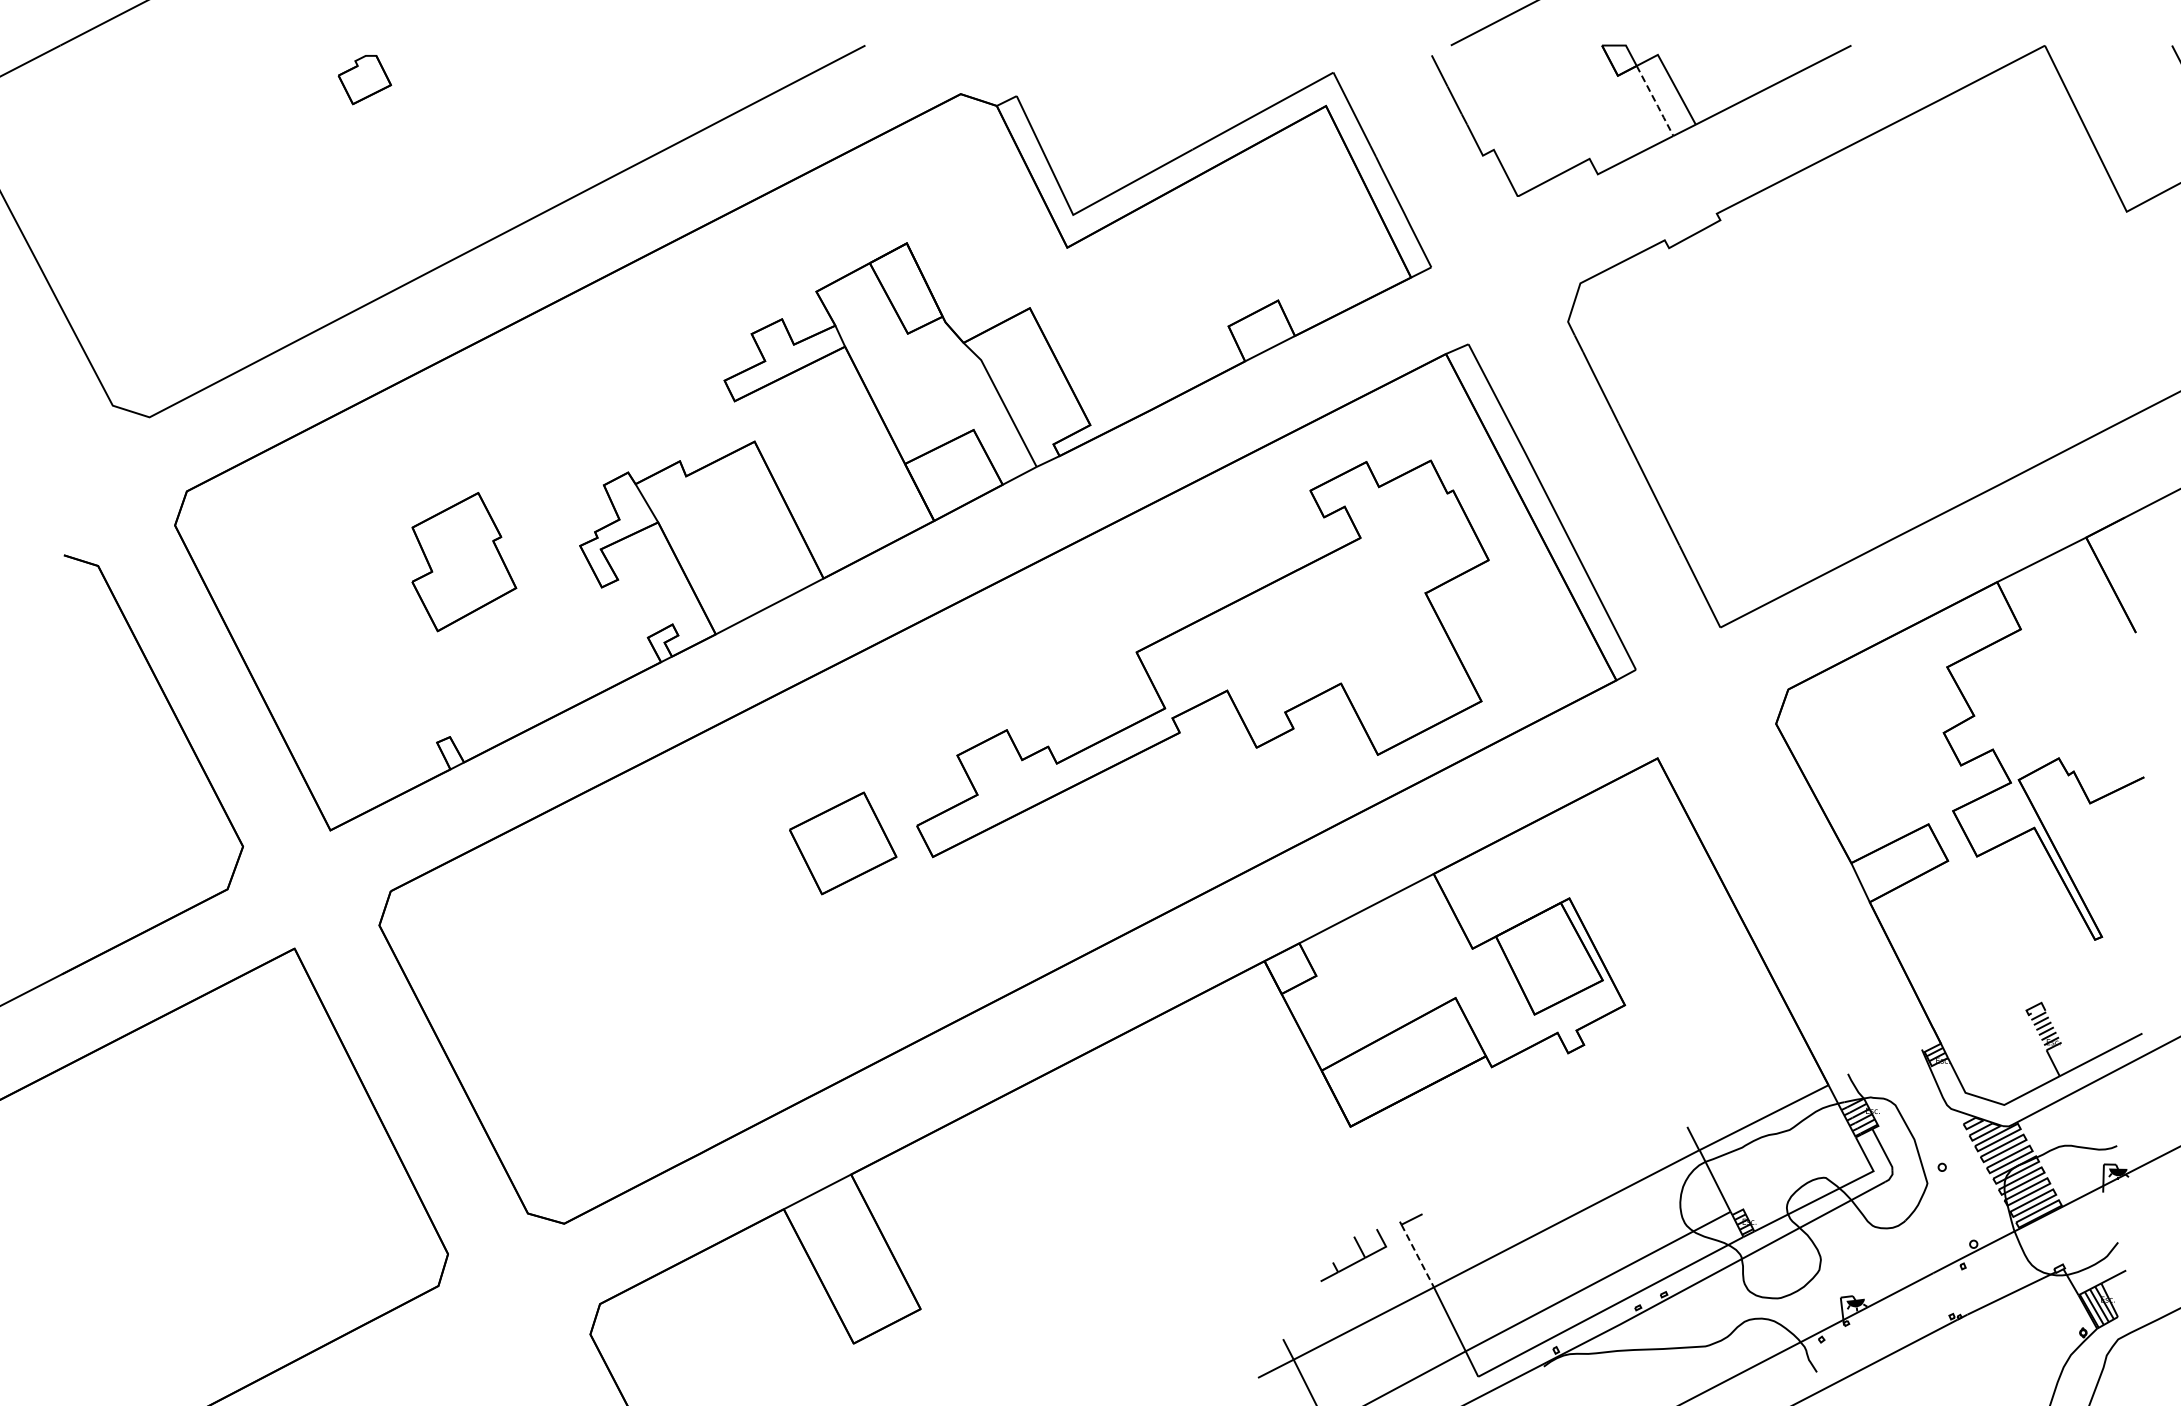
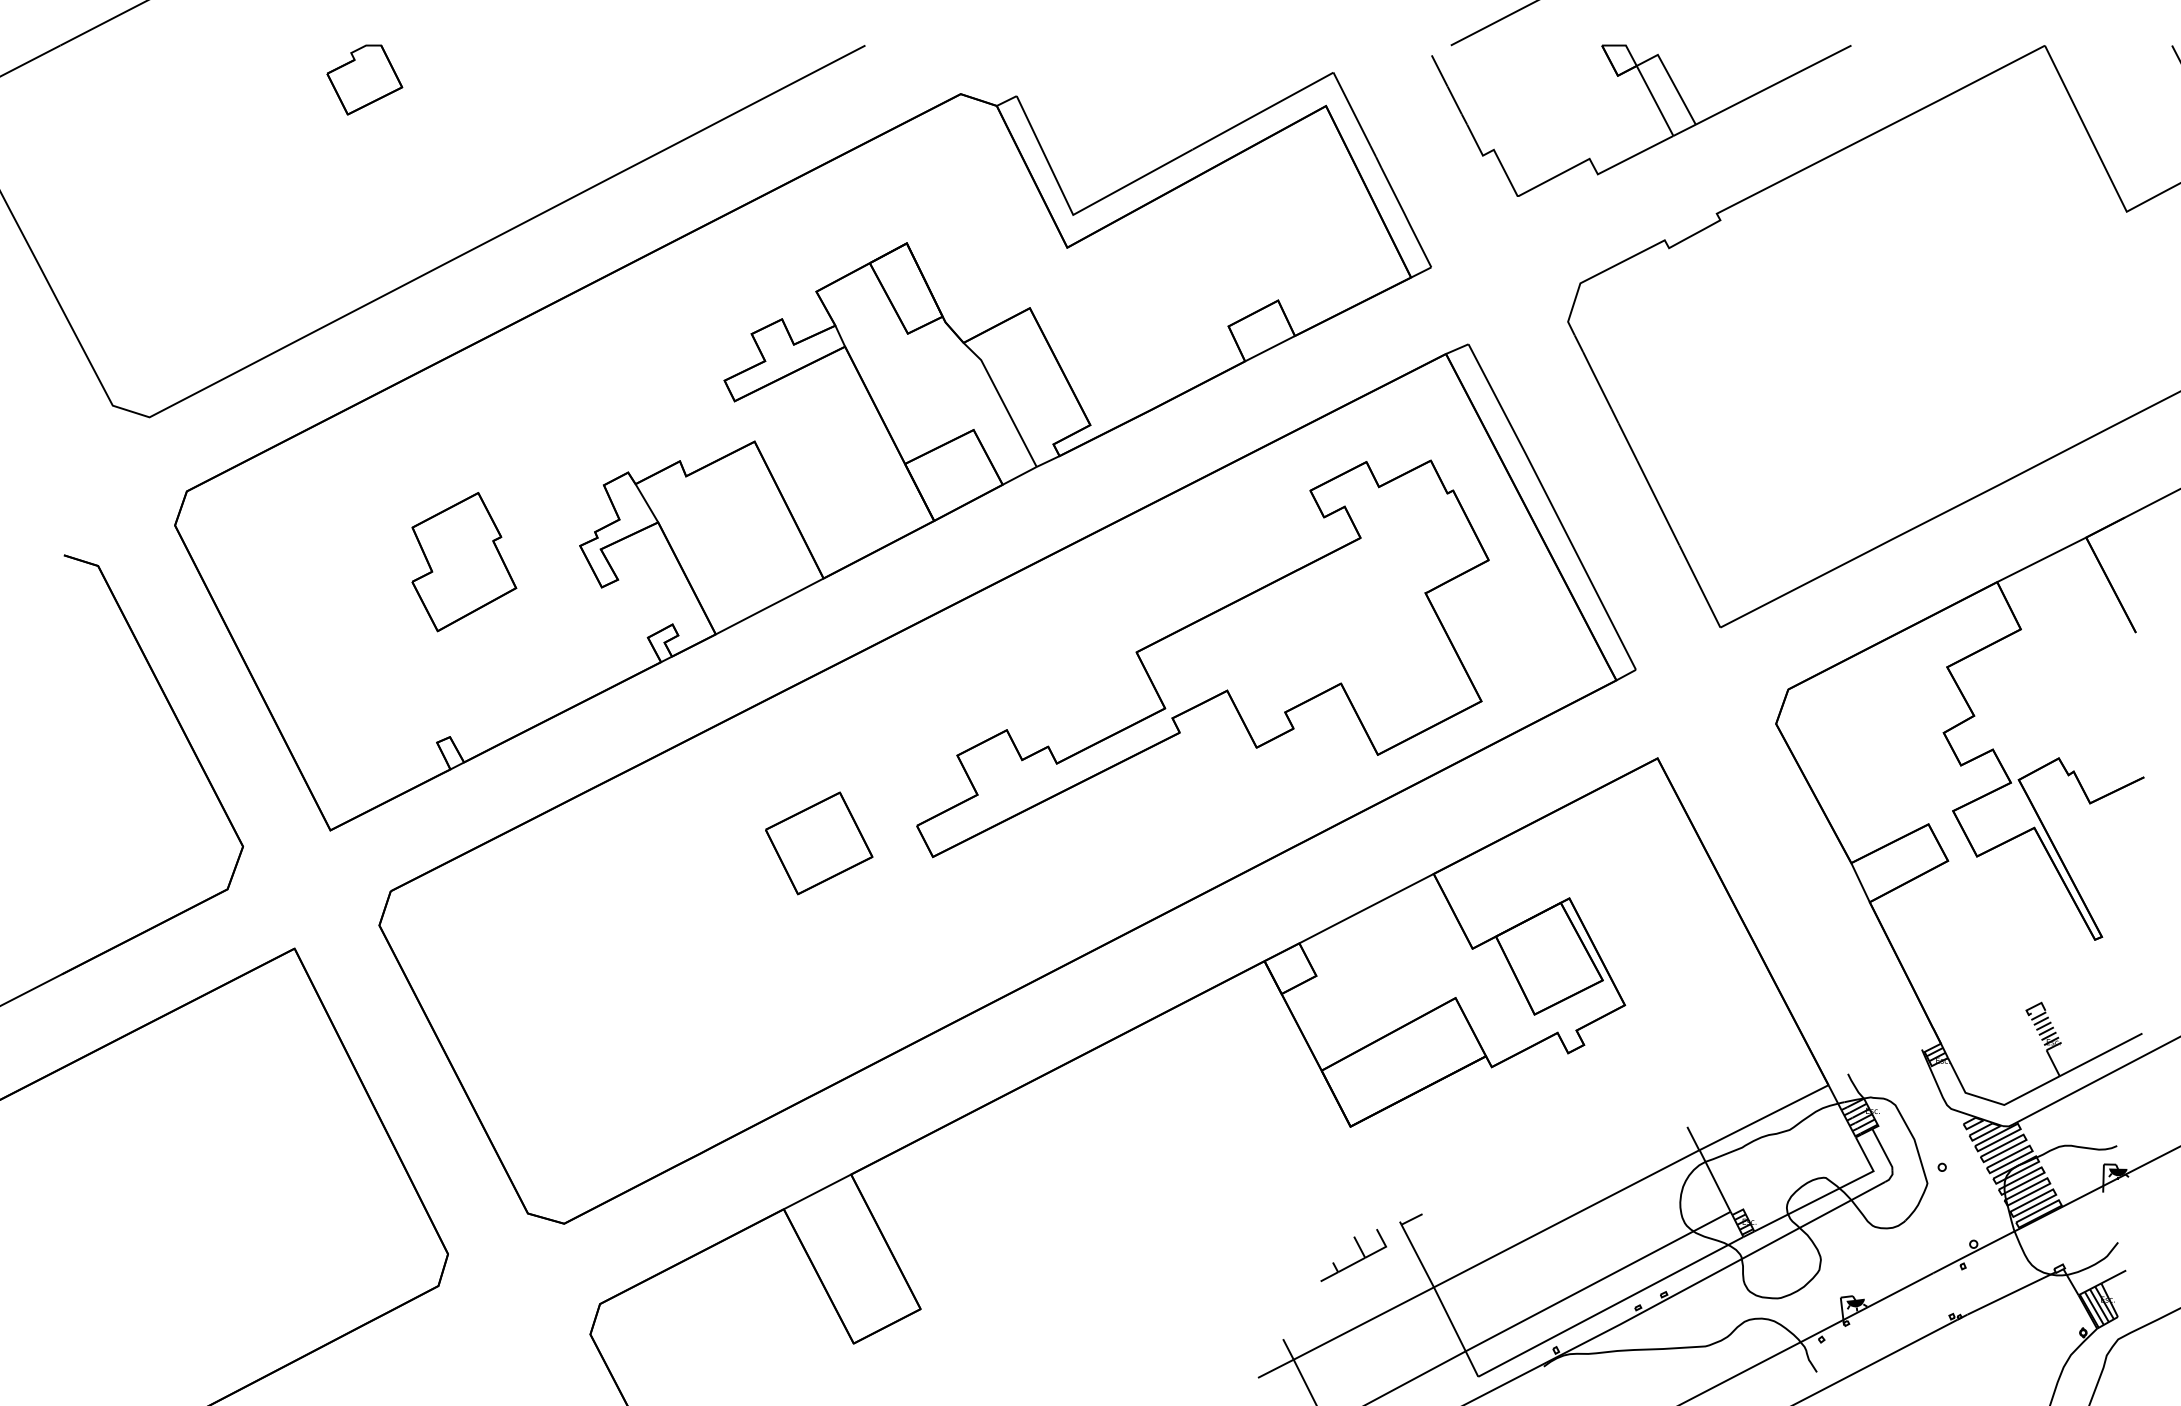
part at (364, 80) size: 56x51 px -> 78x72 px
line at (1655, 101): dashed -> solid
part at (843, 843) position: (843, 843) -> (819, 843)
line at (1417, 1256): dashed -> solid
